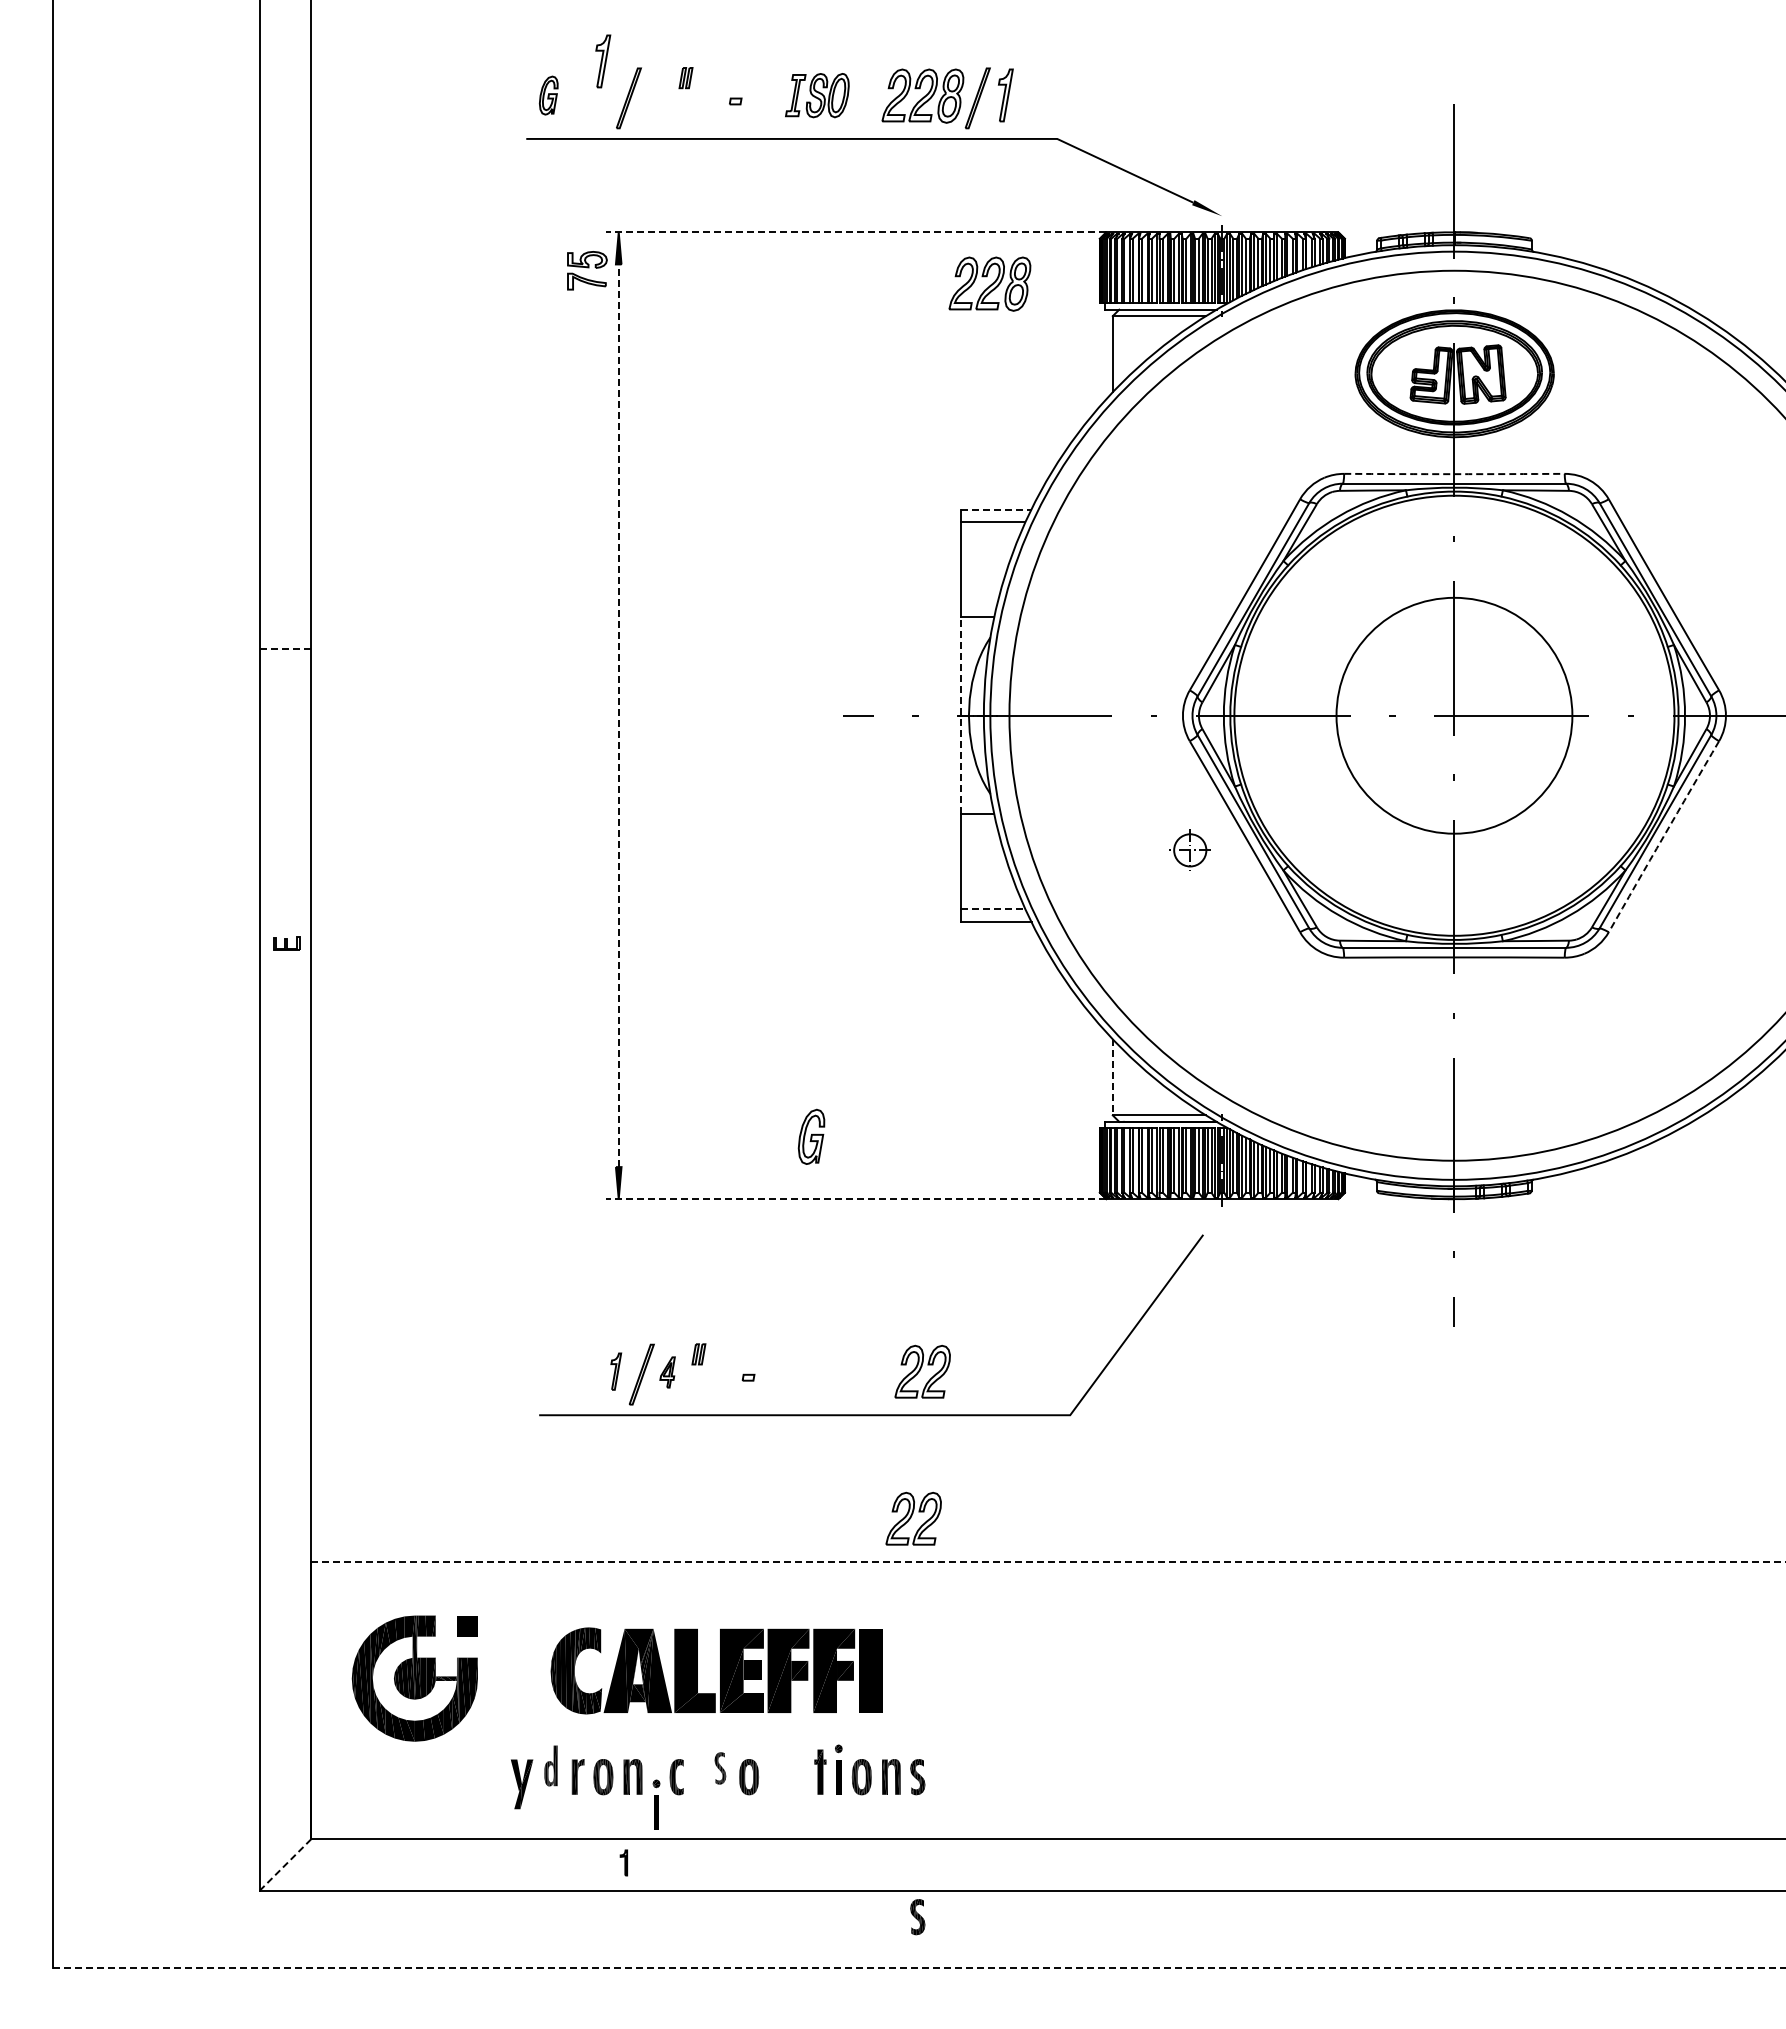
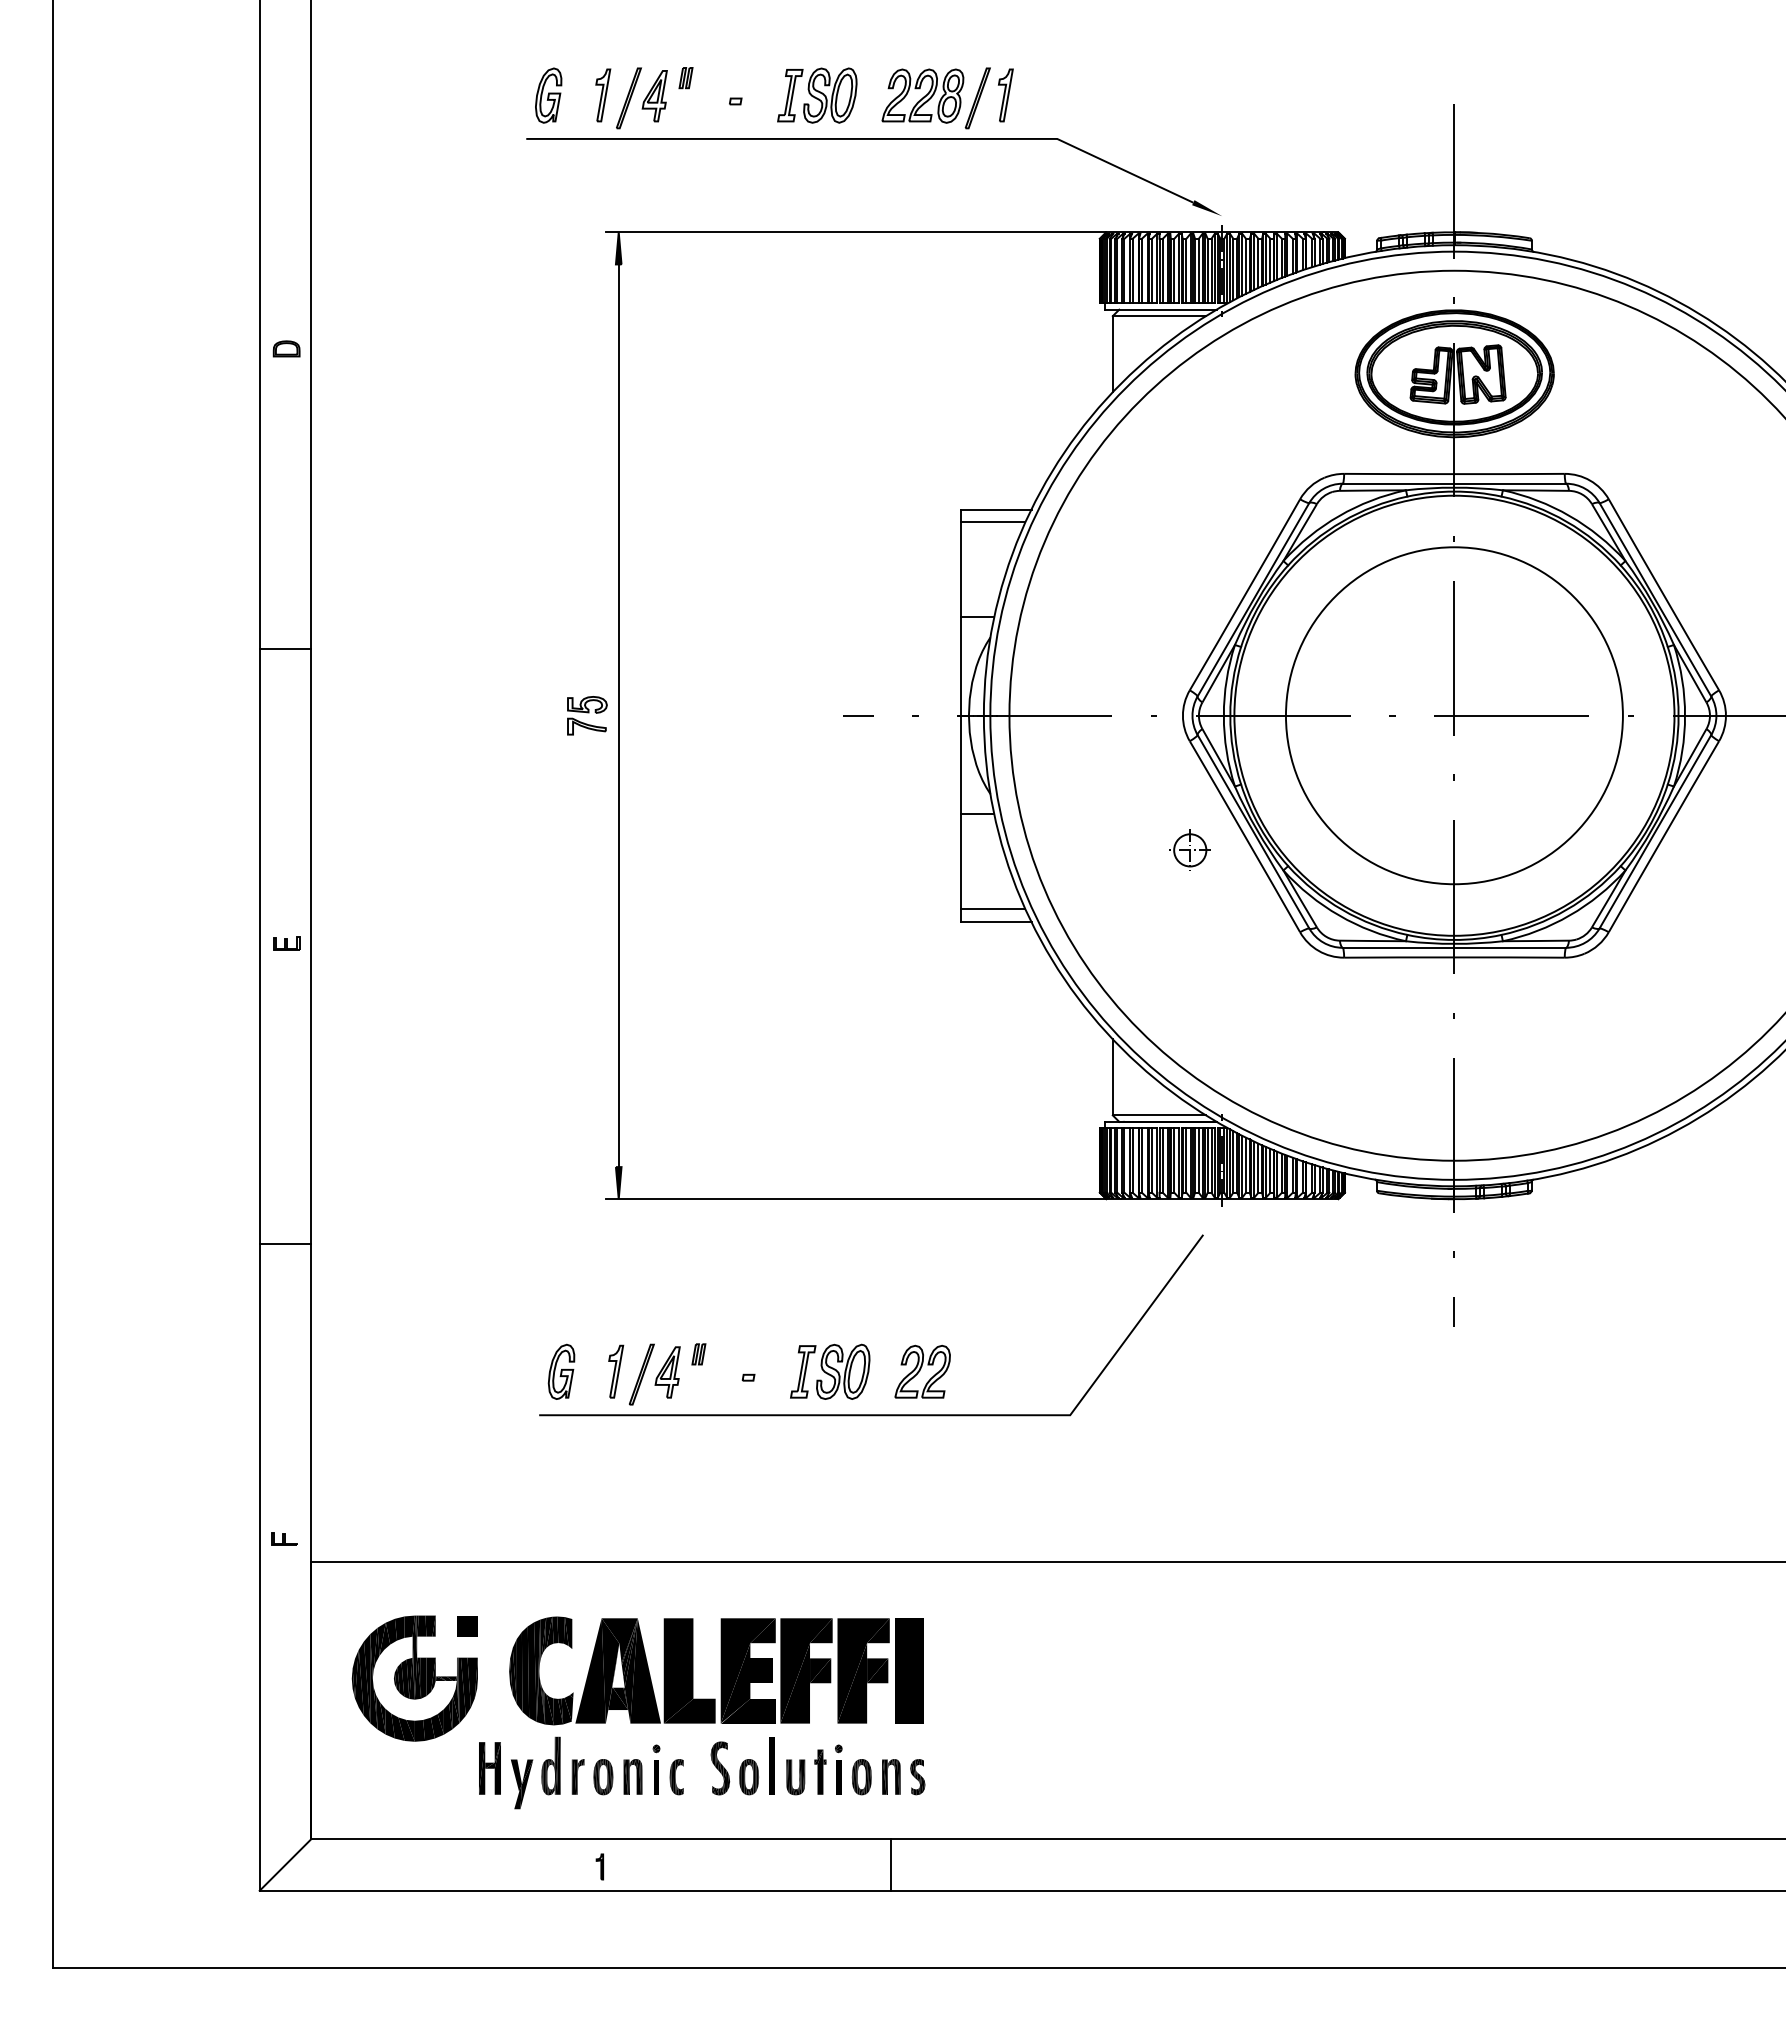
part at (603, 61) position: (603, 61) -> (603, 95)
part at (548, 95) size: 21x41 px -> 28x57 px
part at (817, 95) size: 65x46 px -> 81x57 px
part at (654, 96): none -> present
line at (855, 232): dashed -> solid
part at (587, 270) position: (587, 270) -> (587, 715)
part at (989, 283): present -> none
part at (286, 348): none -> present
arc at (1454, 474): dashed -> solid
line at (996, 509): dashed -> solid
line at (285, 648): dashed -> solid
line at (618, 715): dashed -> solid
line at (961, 715): dashed -> solid
circle at (1454, 715) diameter: 236 px -> 337 px
arc at (1663, 836): dashed -> solid
line at (993, 909): dashed -> solid
line at (1112, 1077): dashed -> solid
part at (811, 1136) position: (811, 1136) -> (561, 1371)
line at (855, 1199): dashed -> solid
line at (285, 1244): none -> present
part at (616, 1371) size: 13x39 px -> 17x55 px
part at (830, 1371): none -> present
part at (667, 1372) size: 17x33 px -> 27x53 px
part at (913, 1518): present -> none
part at (284, 1538): none -> present
line at (1049, 1562): dashed -> solid
part at (716, 1670) size: 333x88 px -> 415x110 px
part at (550, 1765) size: 14x42 px -> 20x60 px
part at (771, 1765): none -> present
part at (489, 1768): none -> present
part at (720, 1768) size: 13x33 px -> 21x55 px
part at (795, 1777): none -> present
part at (656, 1804) position: (656, 1804) -> (656, 1769)
part at (623, 1862) position: (623, 1862) -> (599, 1866)
line at (891, 1864): none -> present
line at (285, 1865): dashed -> solid
part at (917, 1917): present -> none
line at (920, 1968): dashed -> solid
